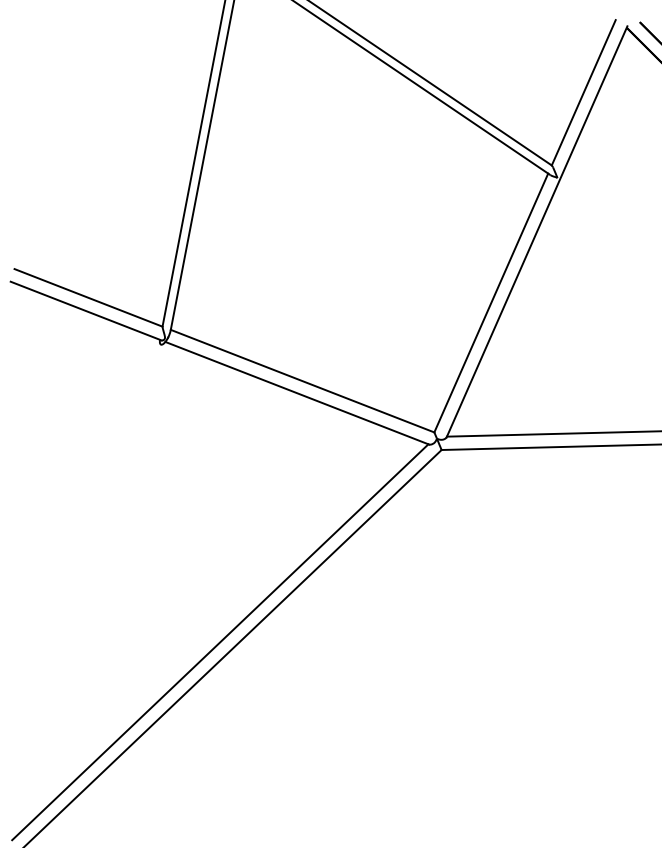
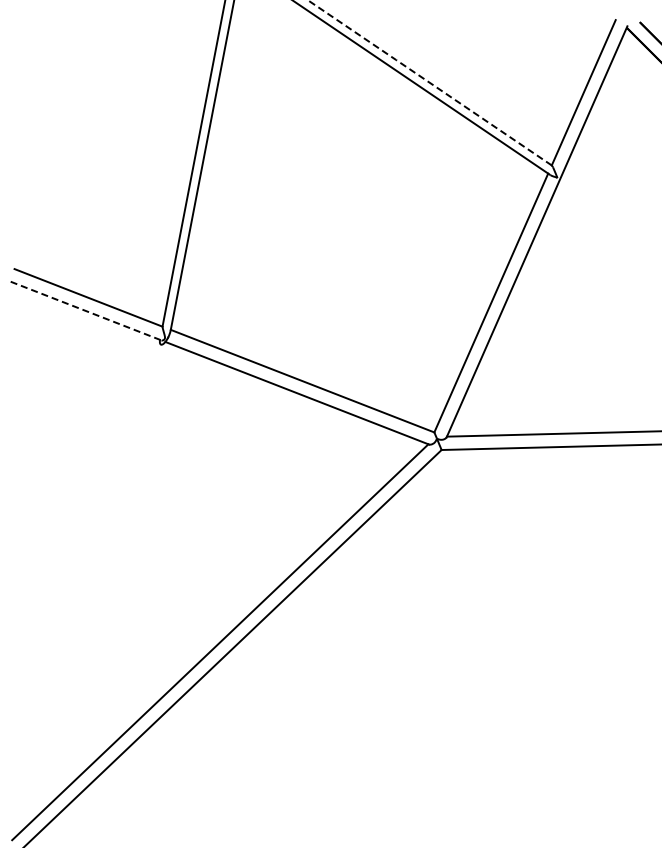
line at (429, 82): solid -> dashed
line at (86, 311): solid -> dashed
